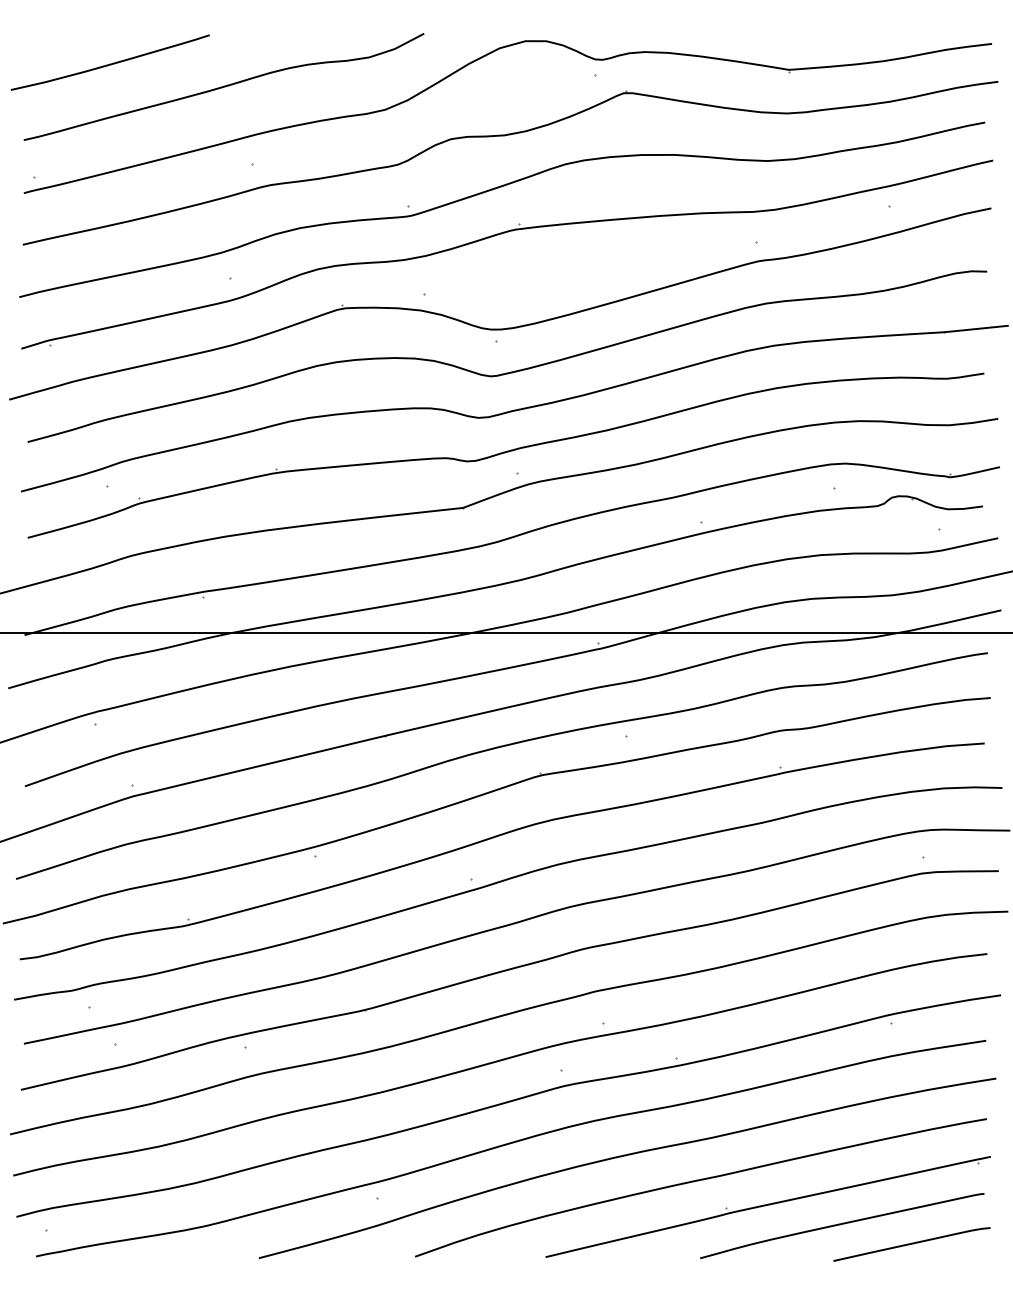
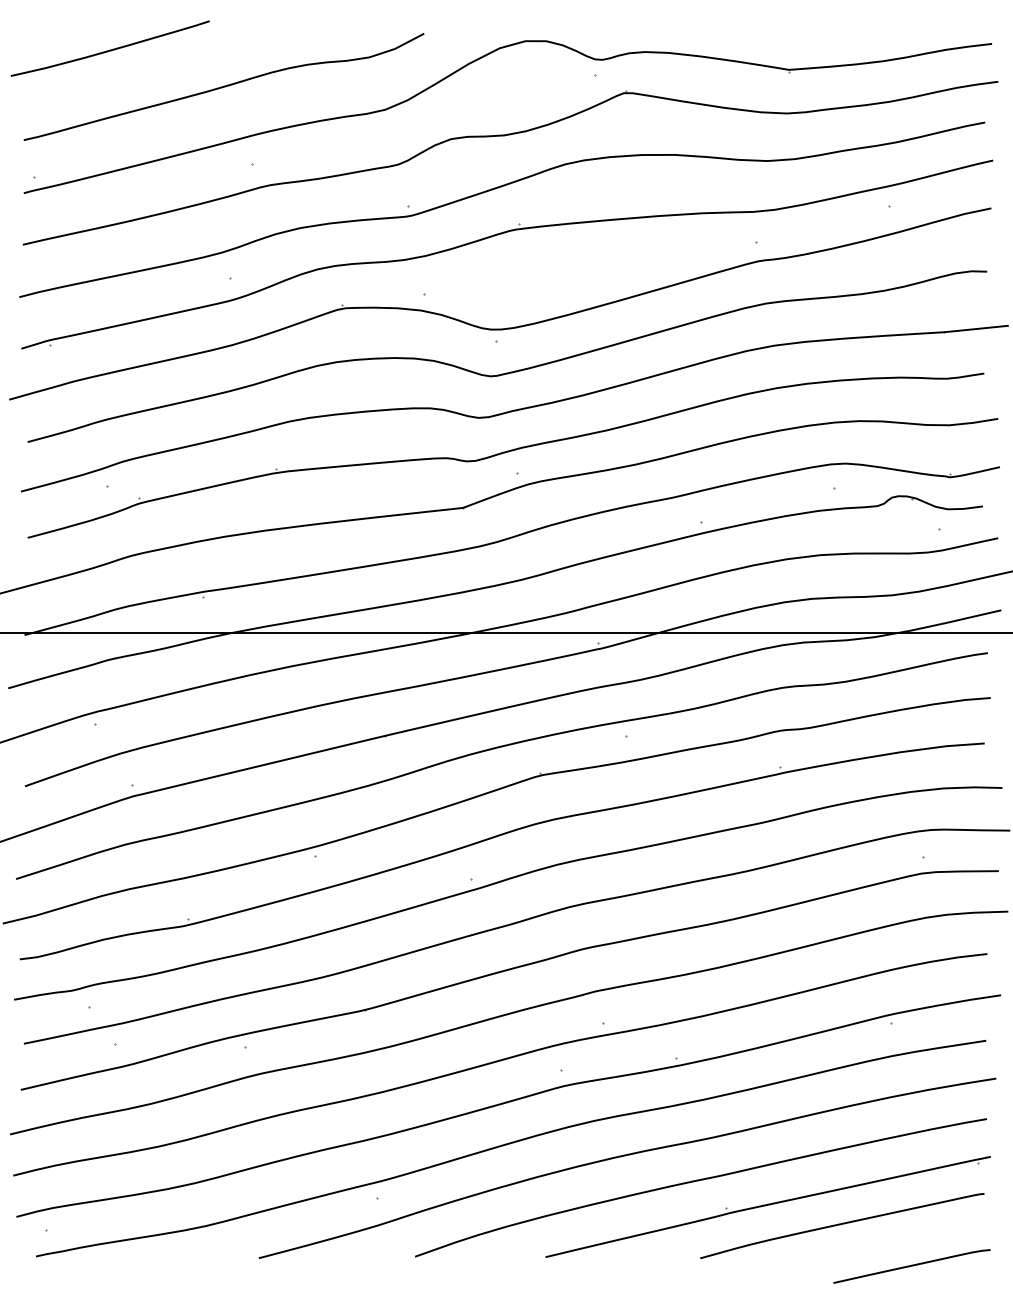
curve at (109, 63) position: (109, 63) -> (109, 49)
curve at (911, 1244) position: (911, 1244) -> (911, 1266)
